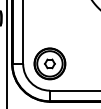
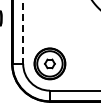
line at (23, 32): solid -> dashed
line at (7, 53): present -> none
